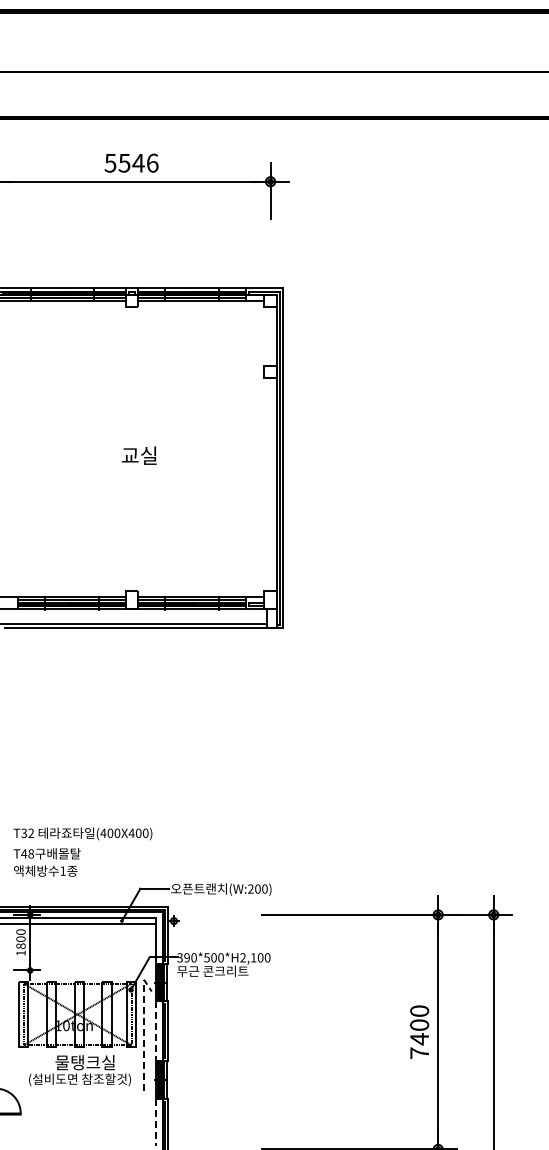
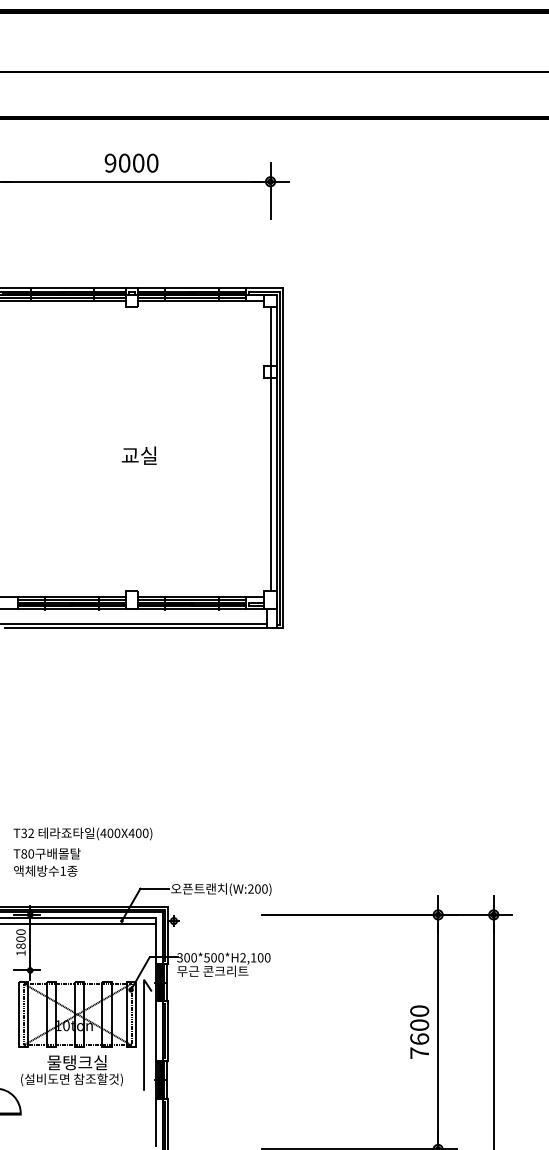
text at (131, 162): 5546 -> 9000
line at (270, 448): none -> present
text at (27, 853): T48 -> T80
text at (186, 957): 390*500*H2,100 -> 300*500*H2,100
line at (144, 1027): dashed -> solid
line at (156, 1031): dashed -> solid
text at (419, 1039): 7400 -> 7600
text at (79, 1070) position: (79, 1070) -> (71, 1070)
line at (156, 1122): dashed -> solid
